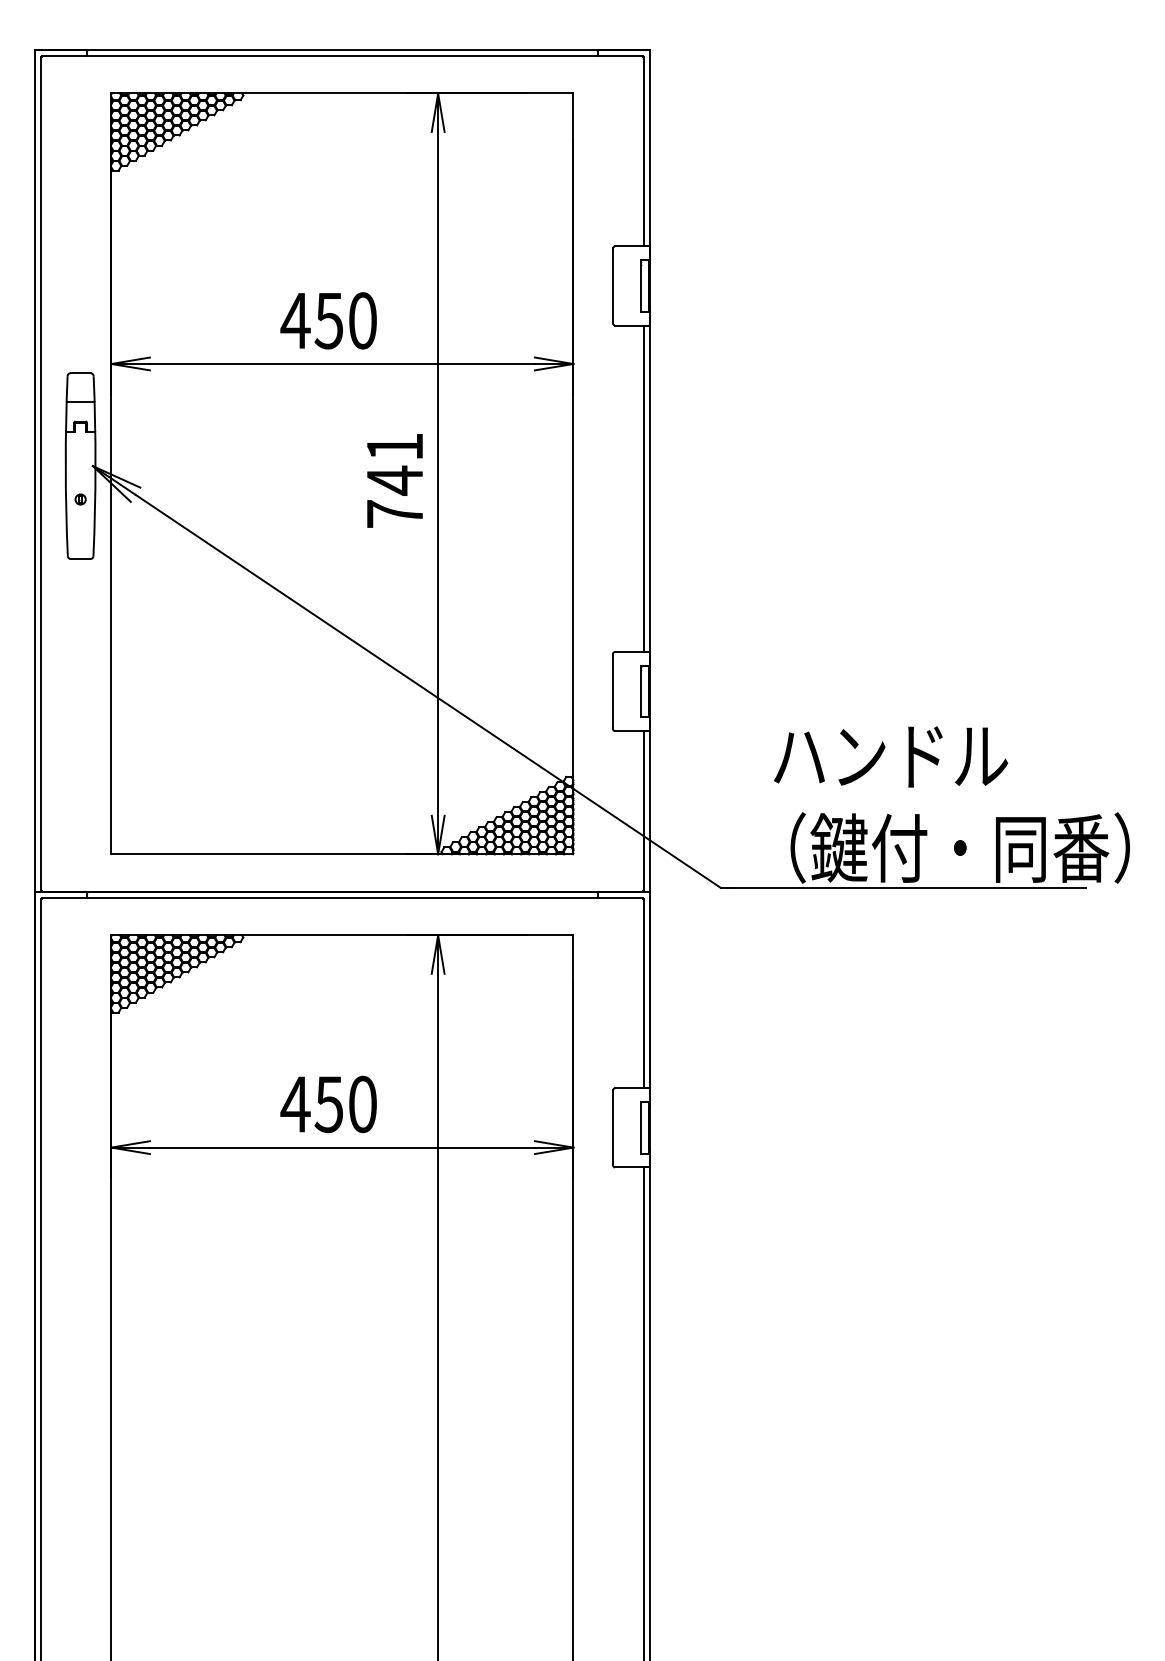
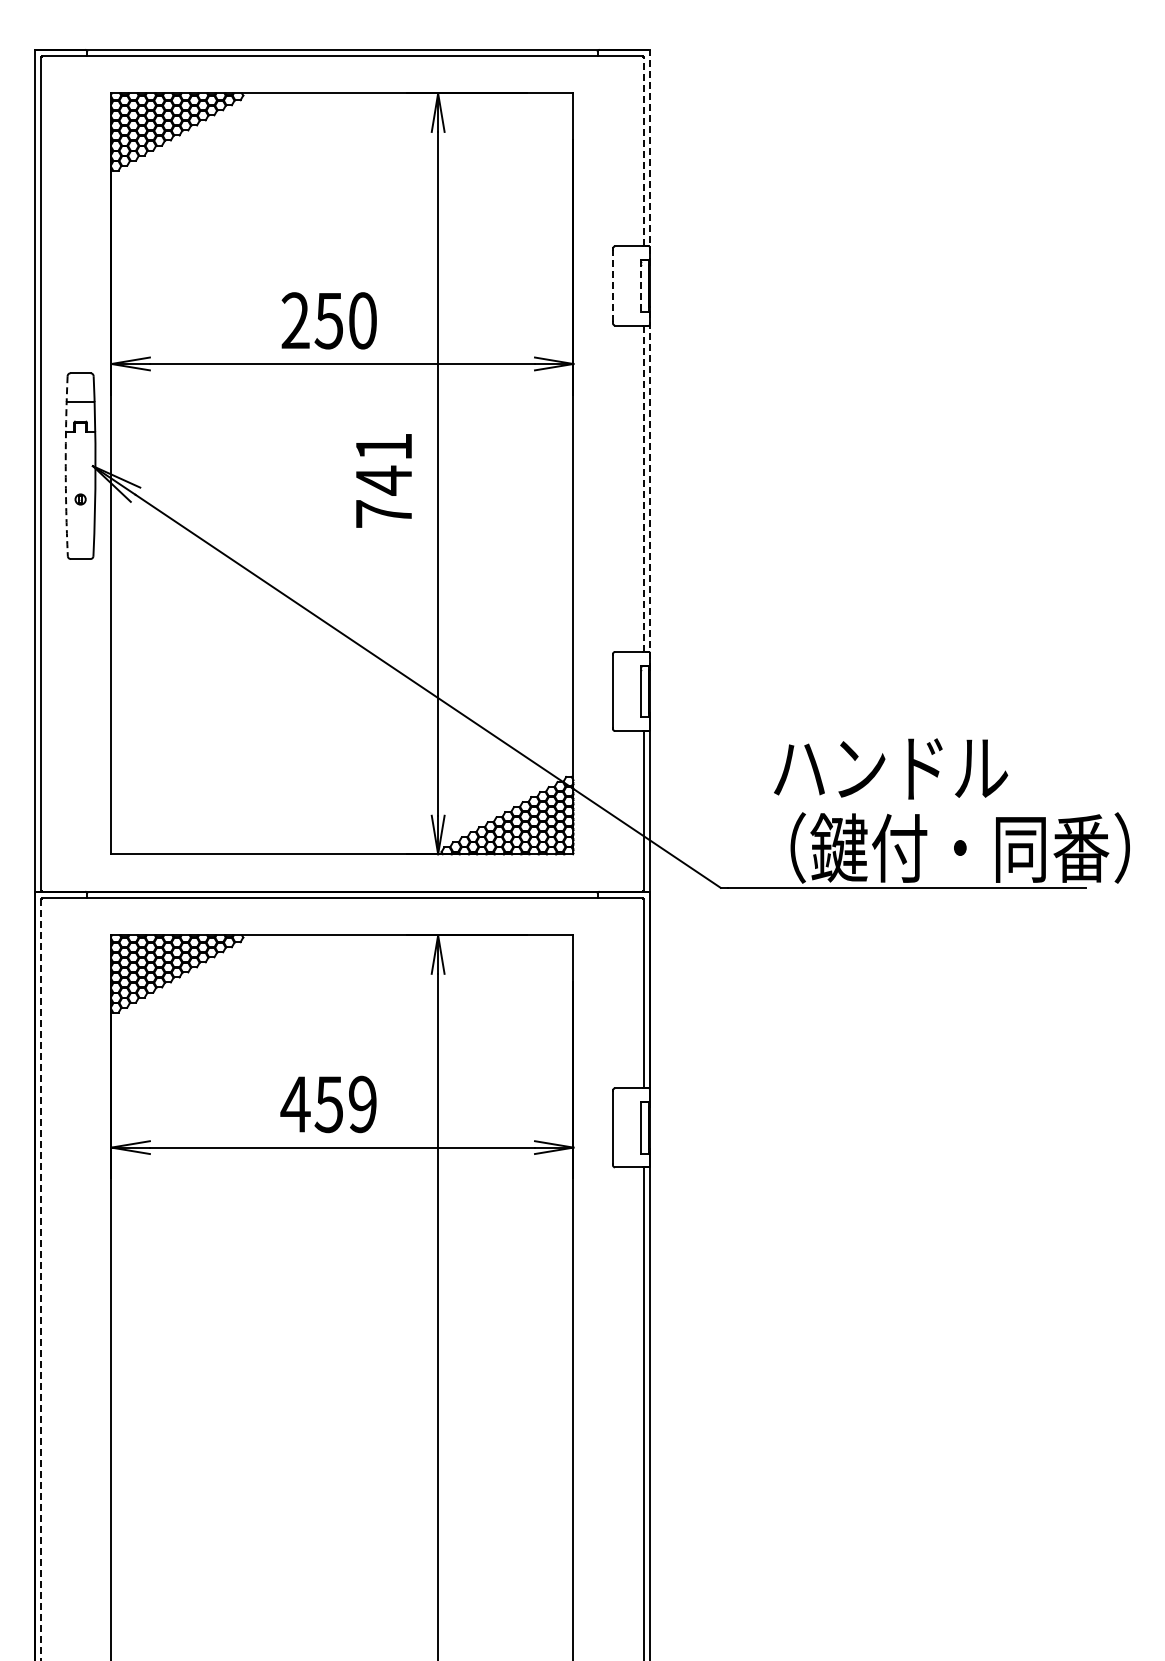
line at (643, 151): solid -> dashed
line at (649, 157): solid -> dashed
line at (613, 285): solid -> dashed
line at (640, 285): solid -> dashed
text at (295, 320): 450 -> 250
arc at (65, 466): solid -> dashed
text at (394, 480) position: (394, 480) -> (383, 480)
line at (643, 488): solid -> dashed
line at (649, 488): solid -> dashed
text at (891, 756) position: (891, 756) -> (891, 768)
text at (362, 1104): 450 -> 459
line at (41, 1279): solid -> dashed
